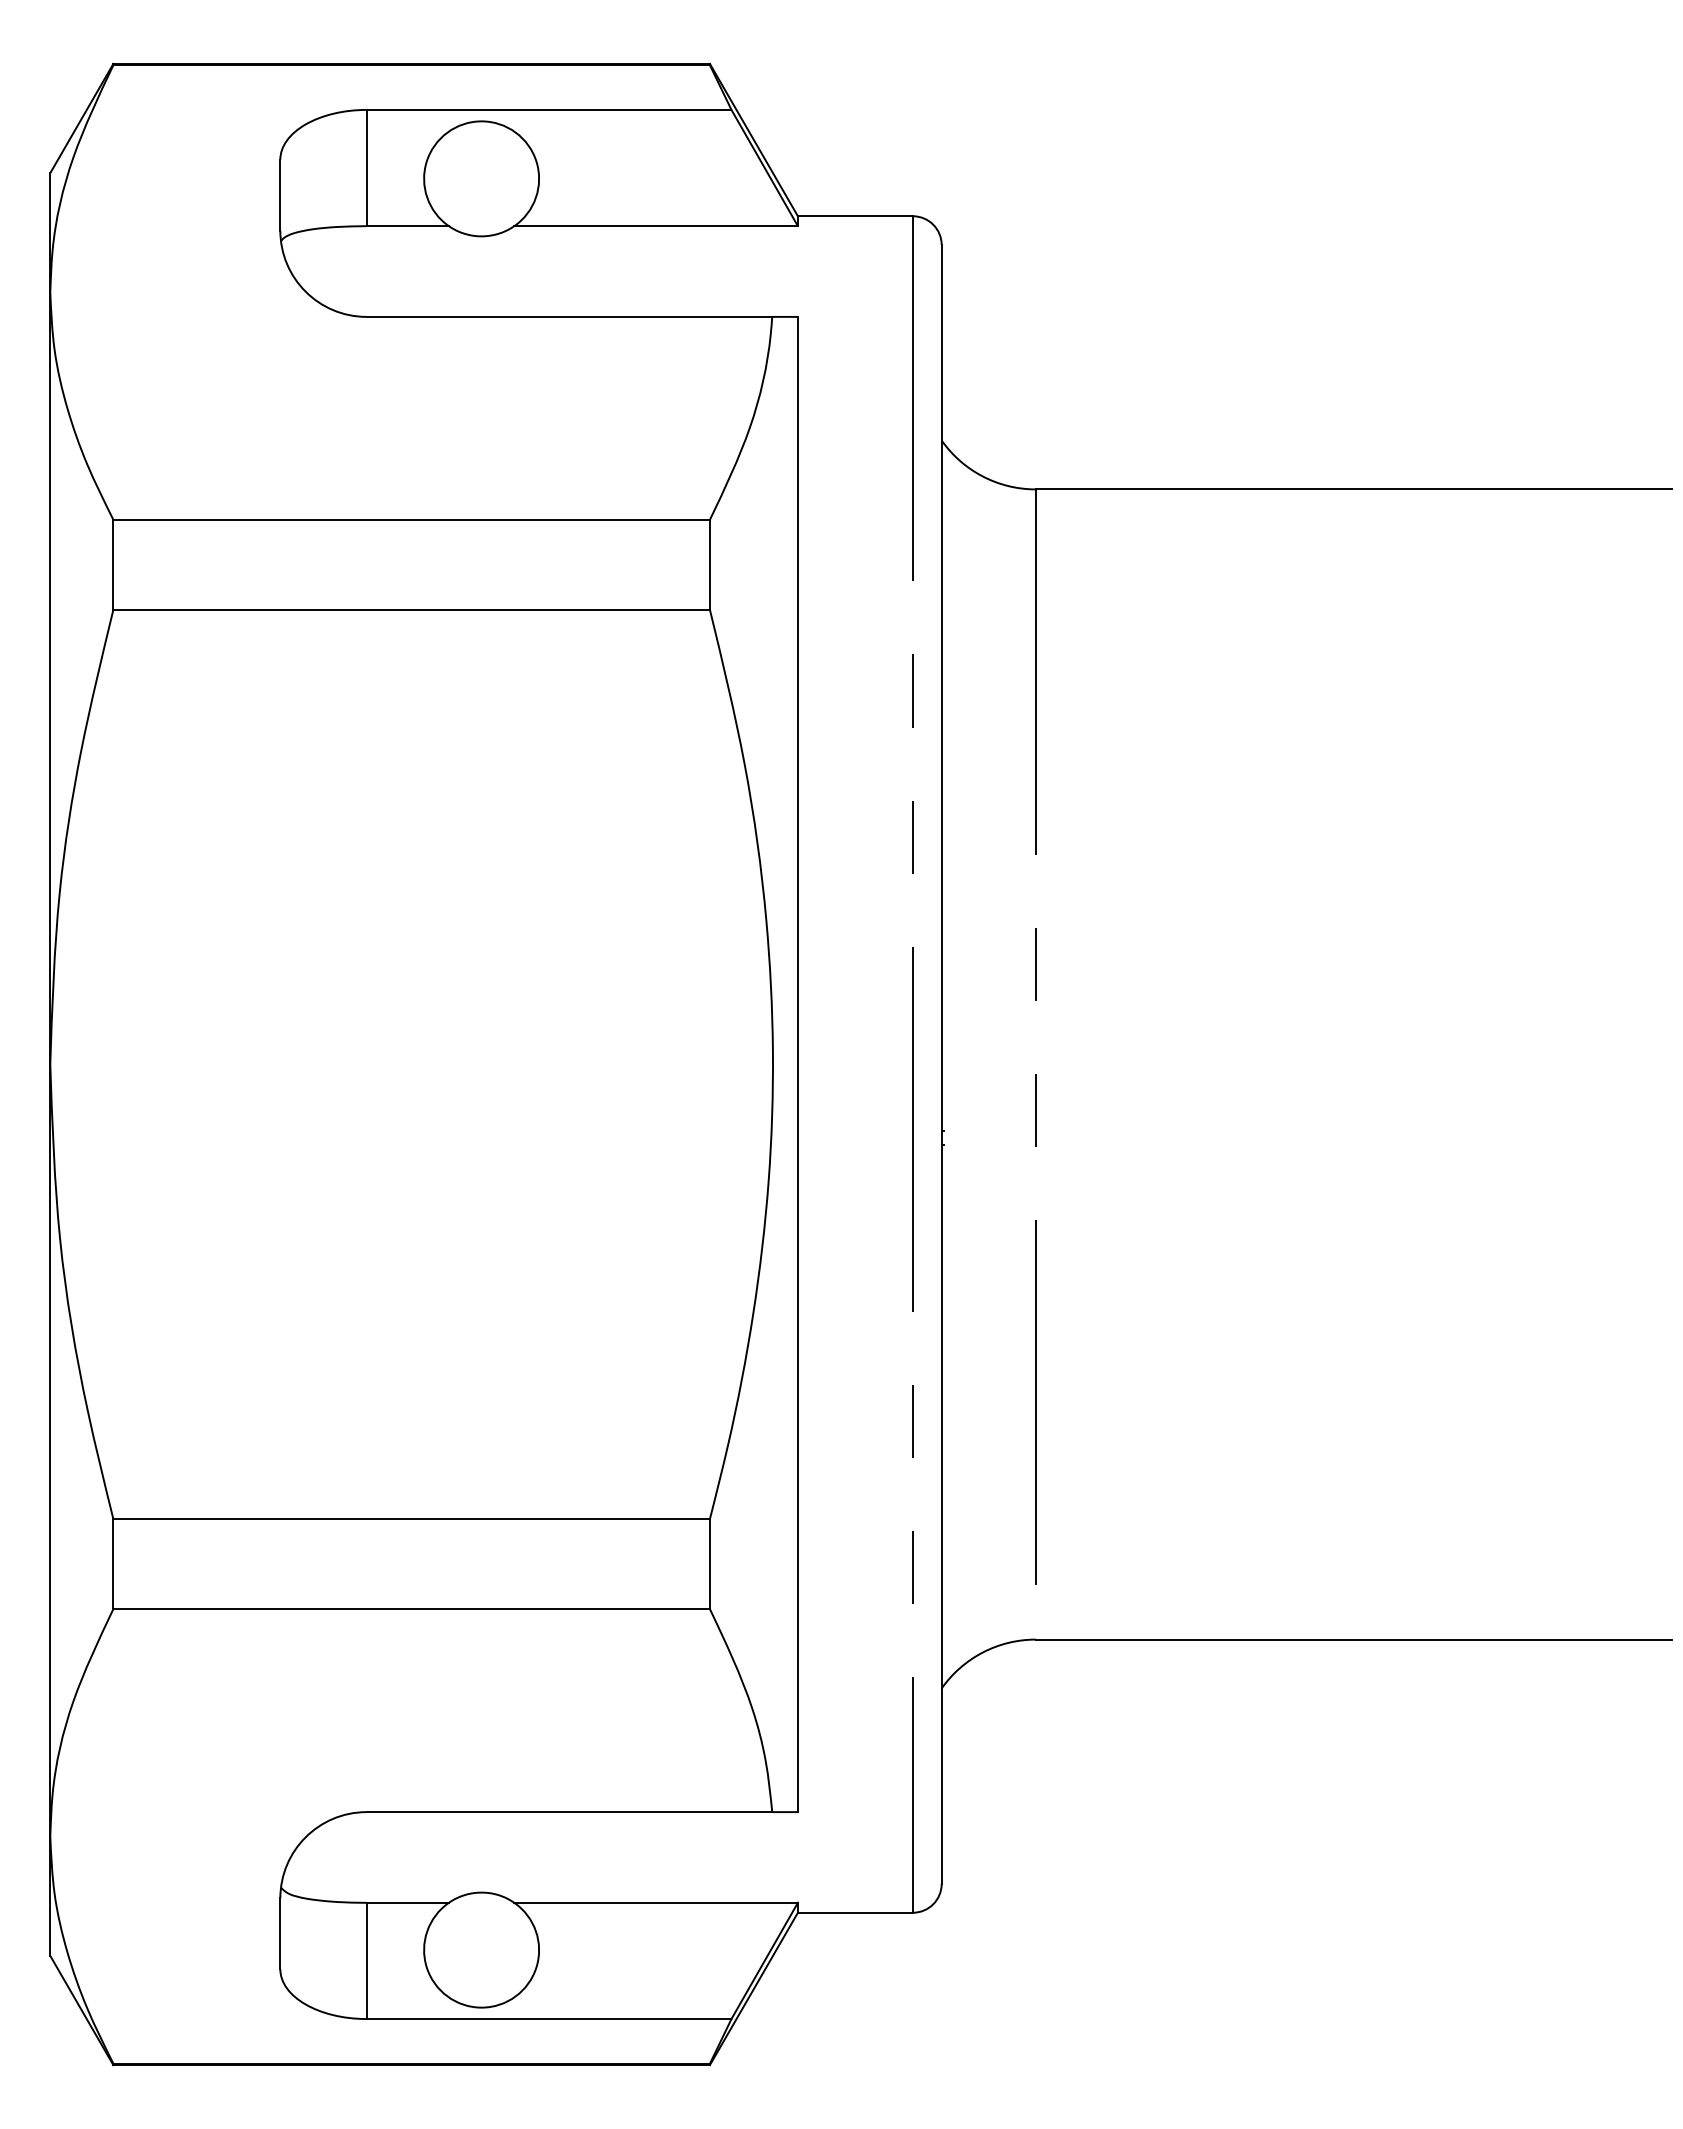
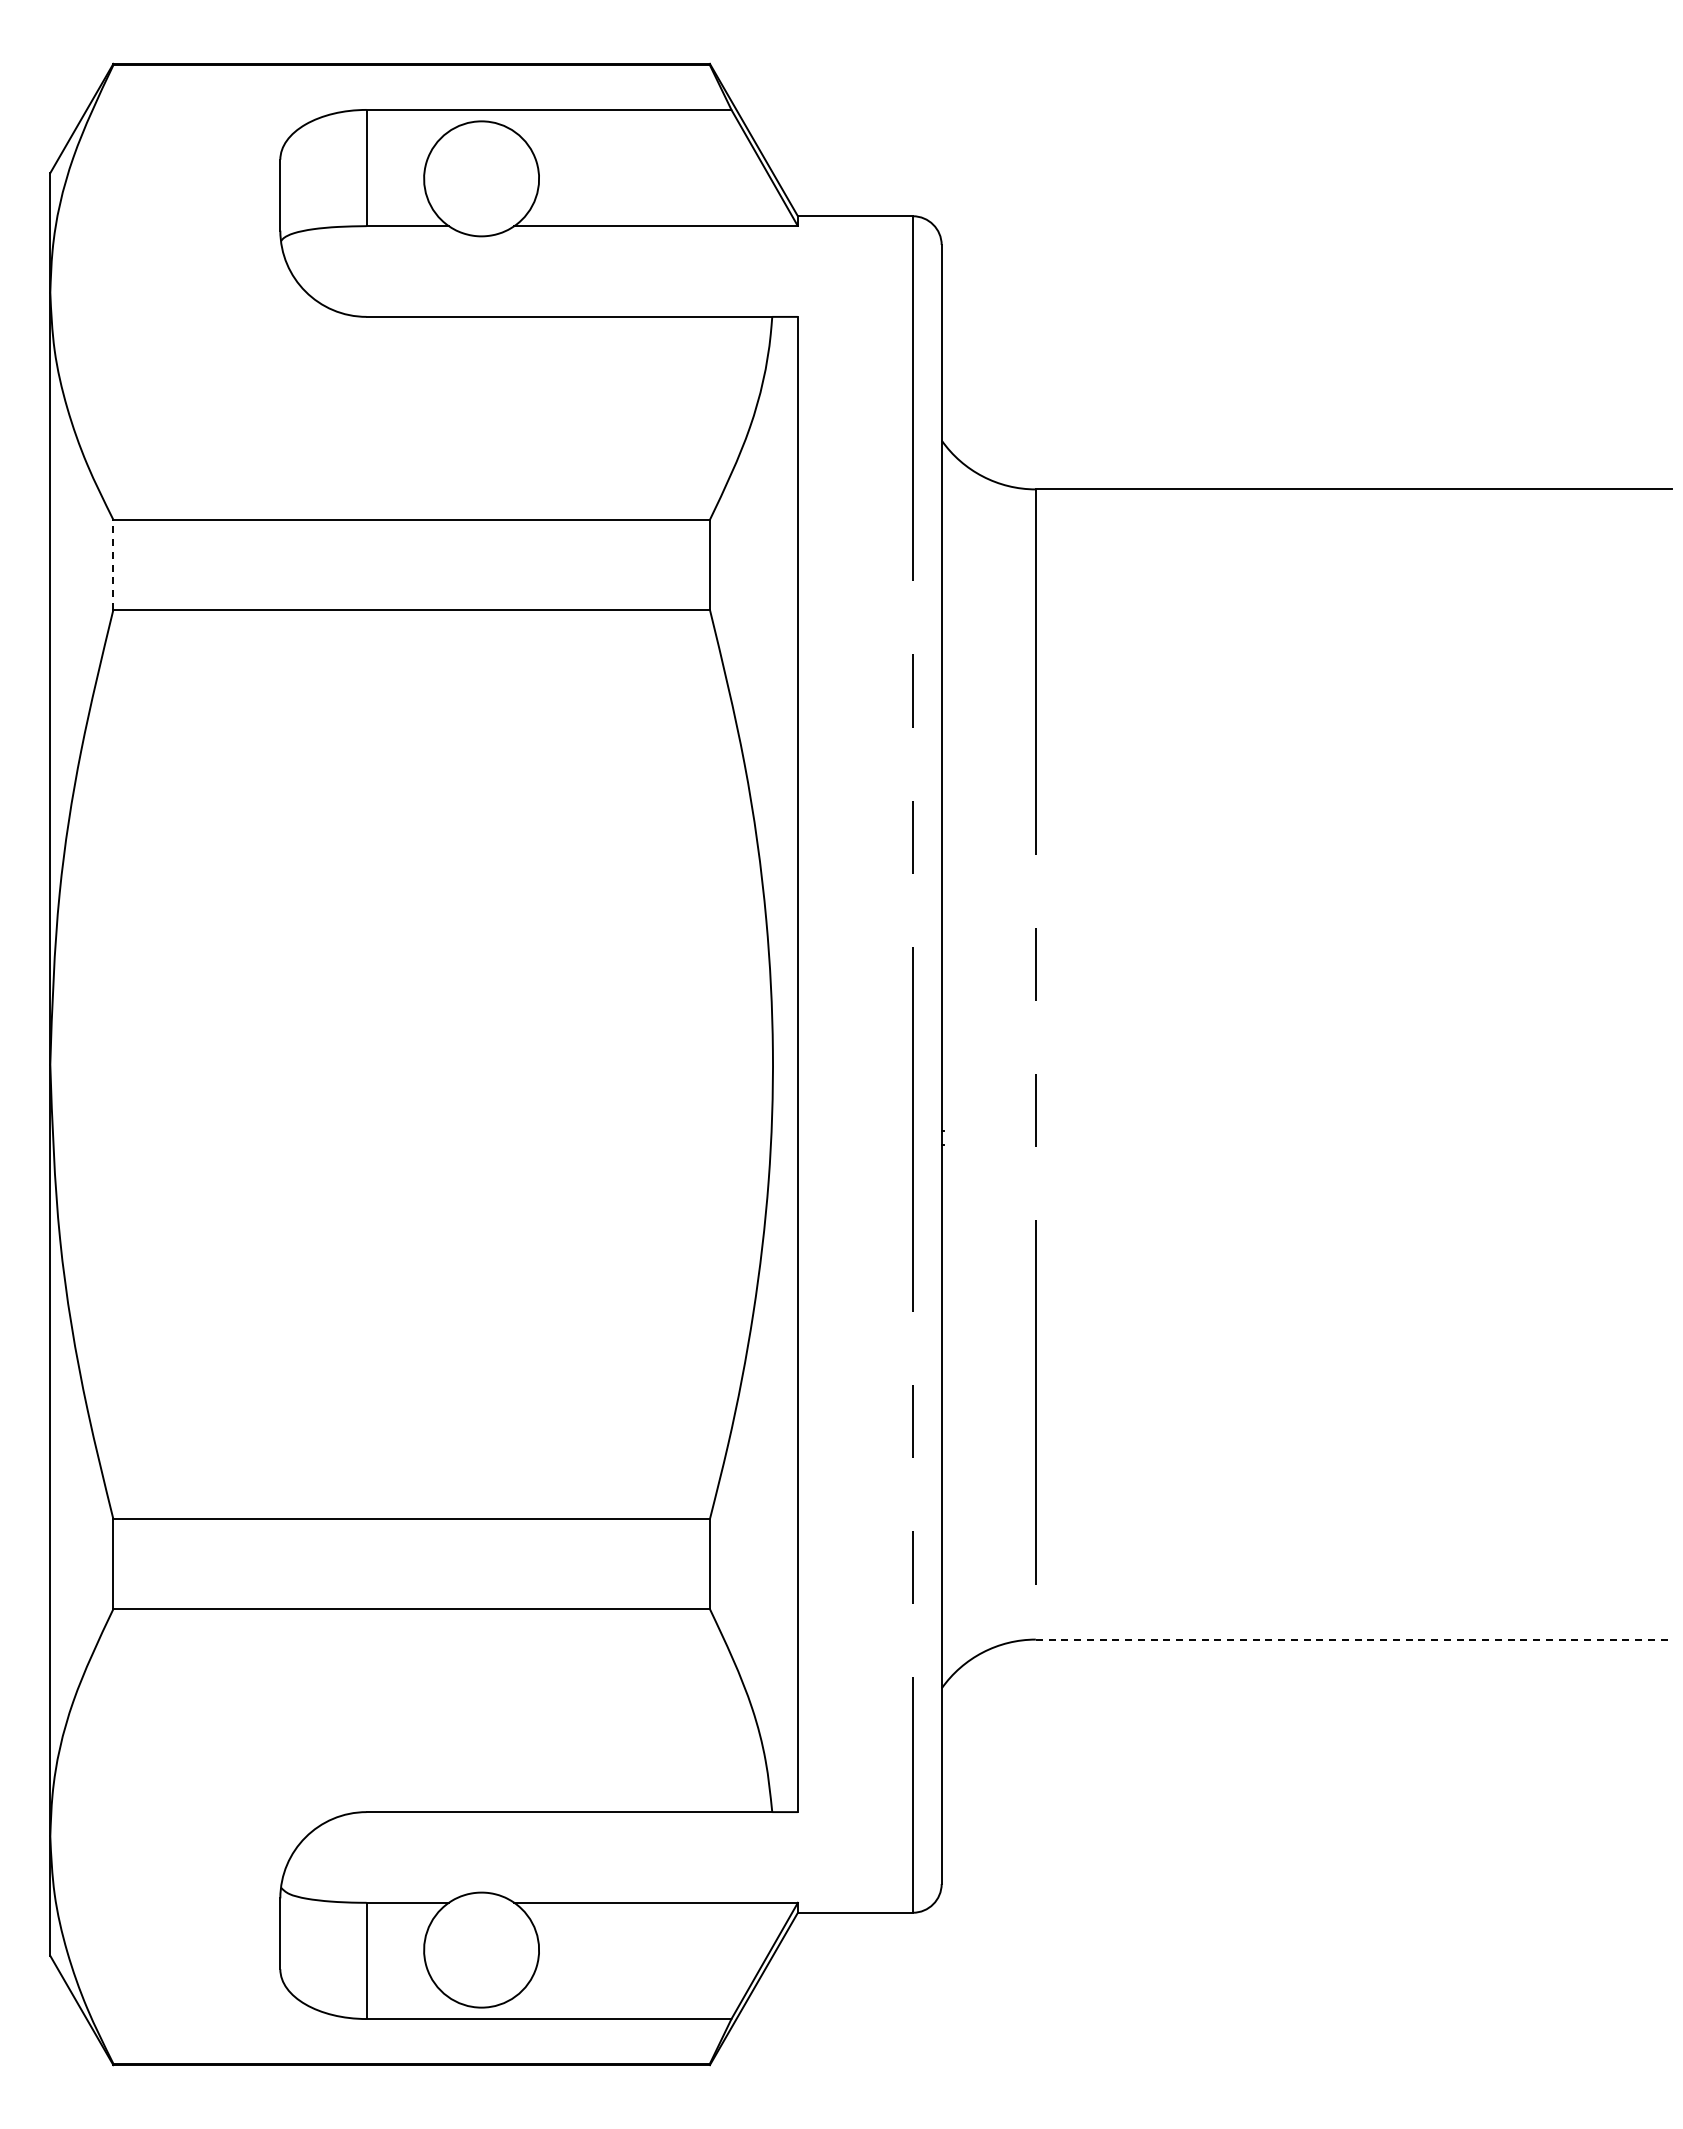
line at (113, 564): solid -> dashed
line at (1354, 1639): solid -> dashed
